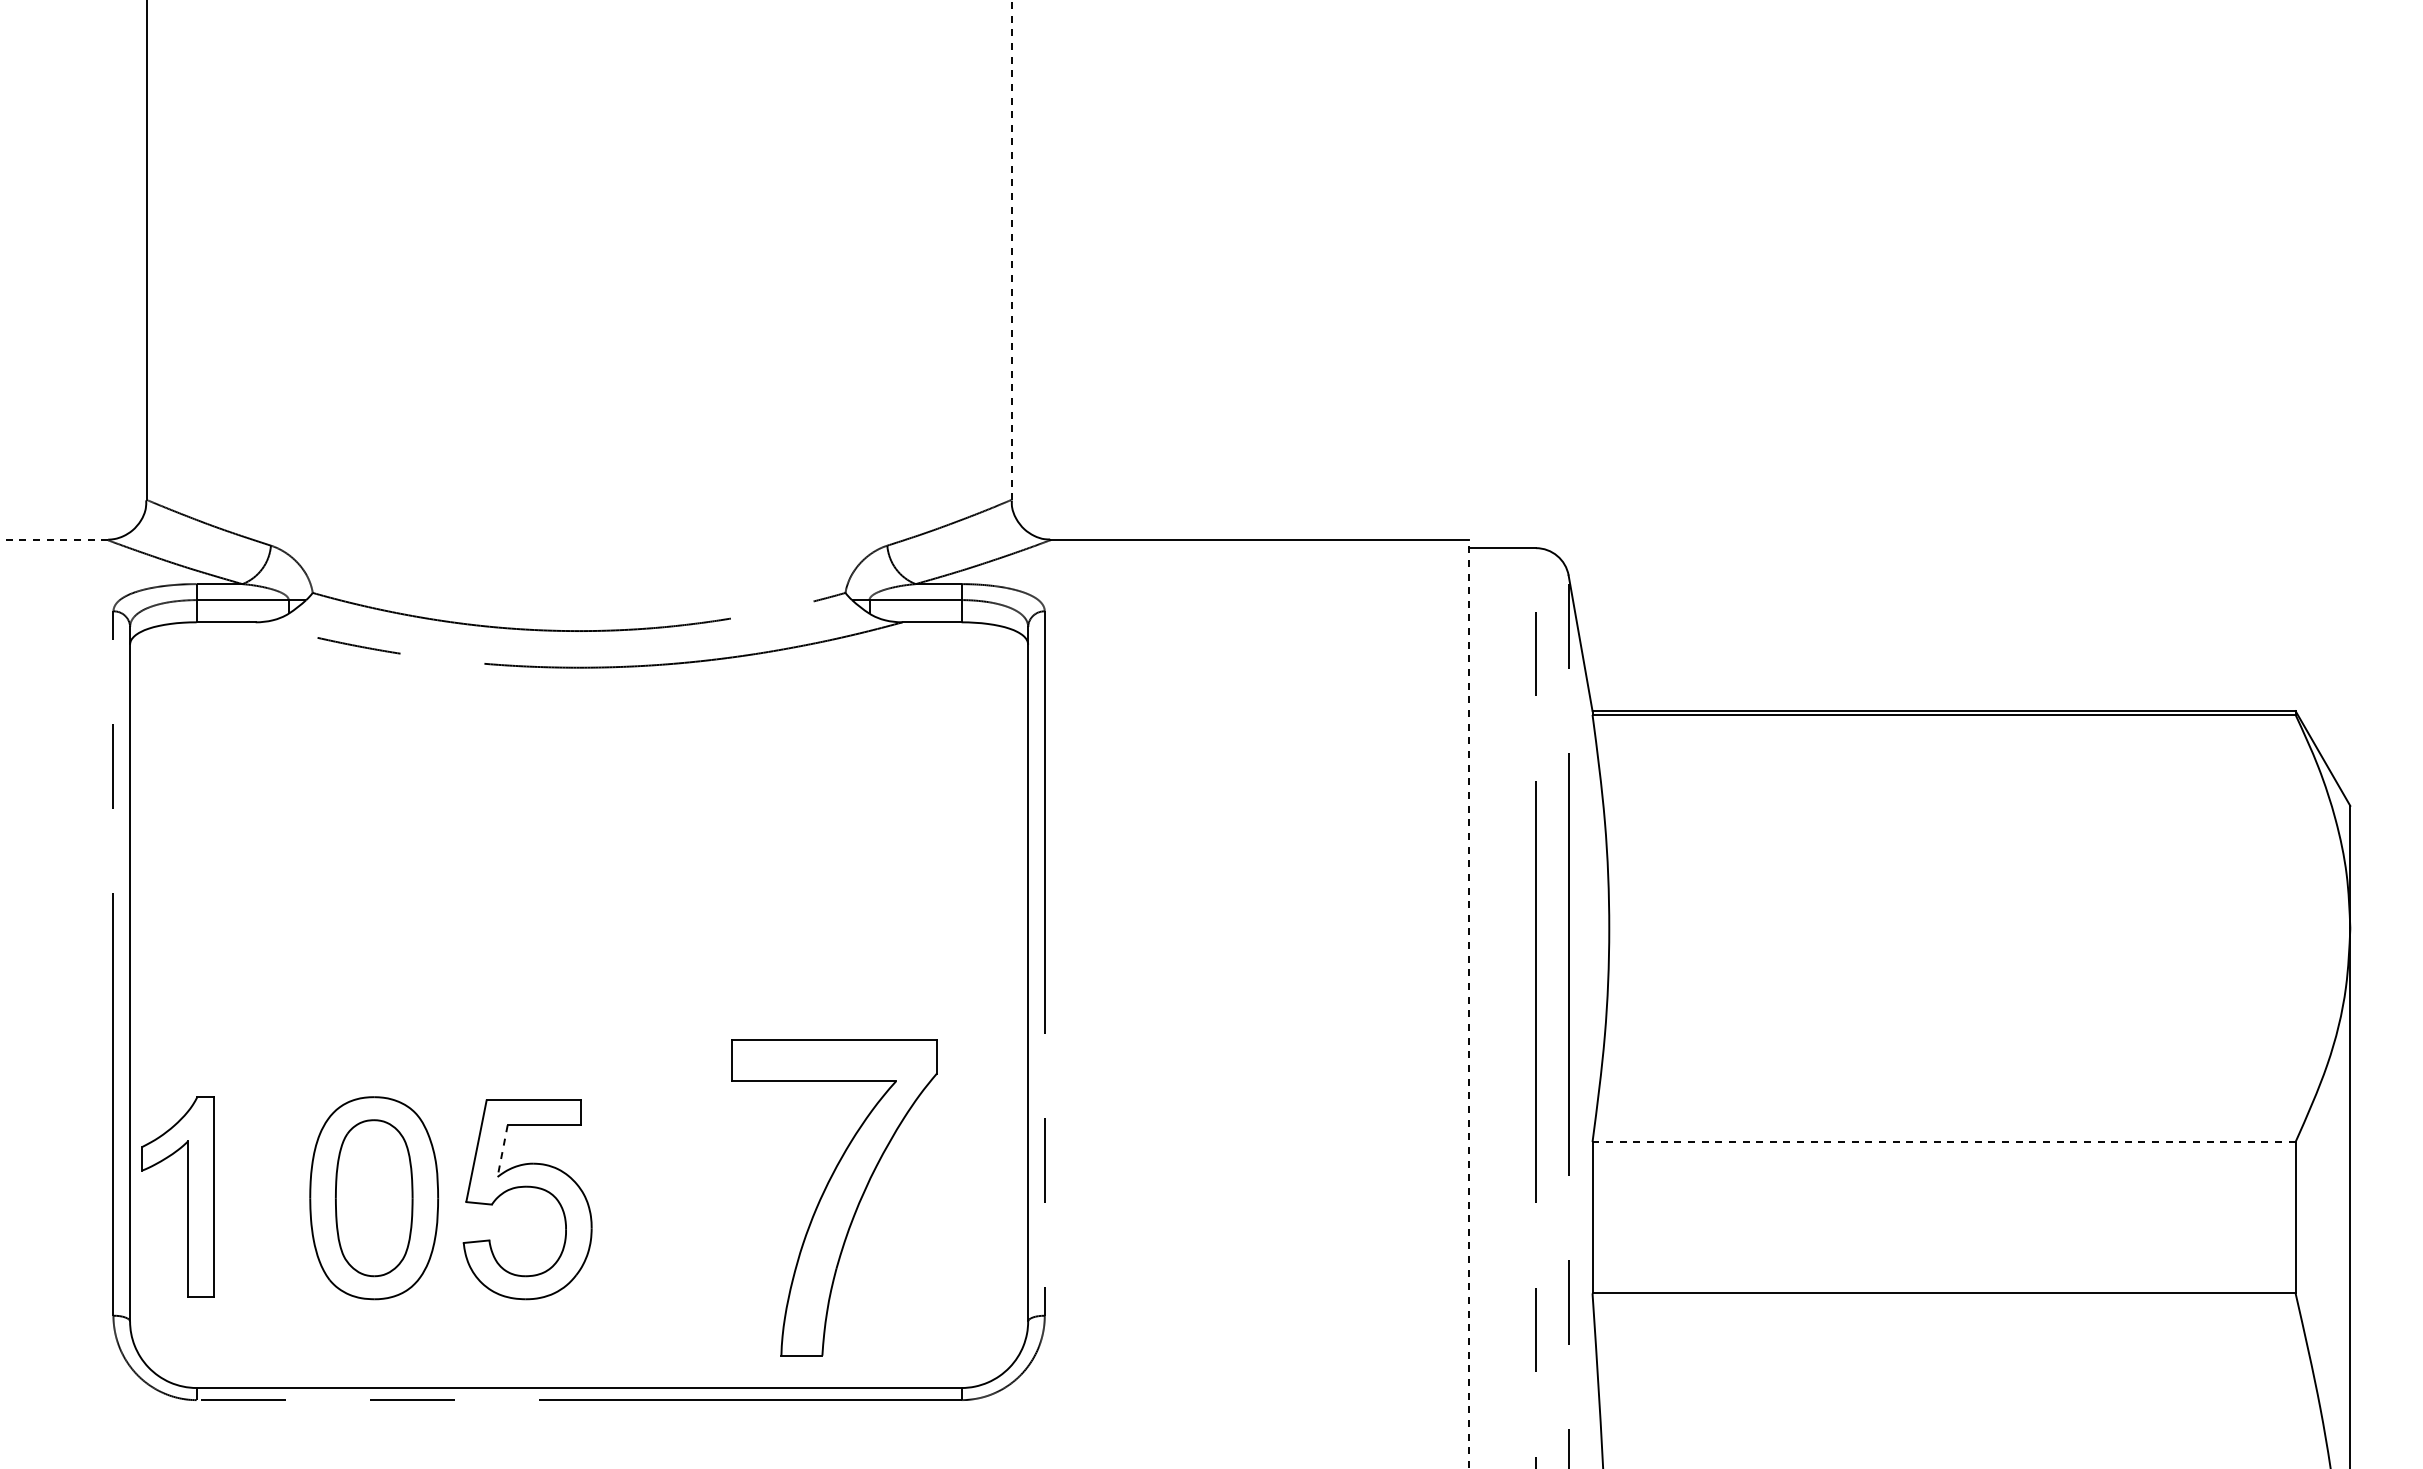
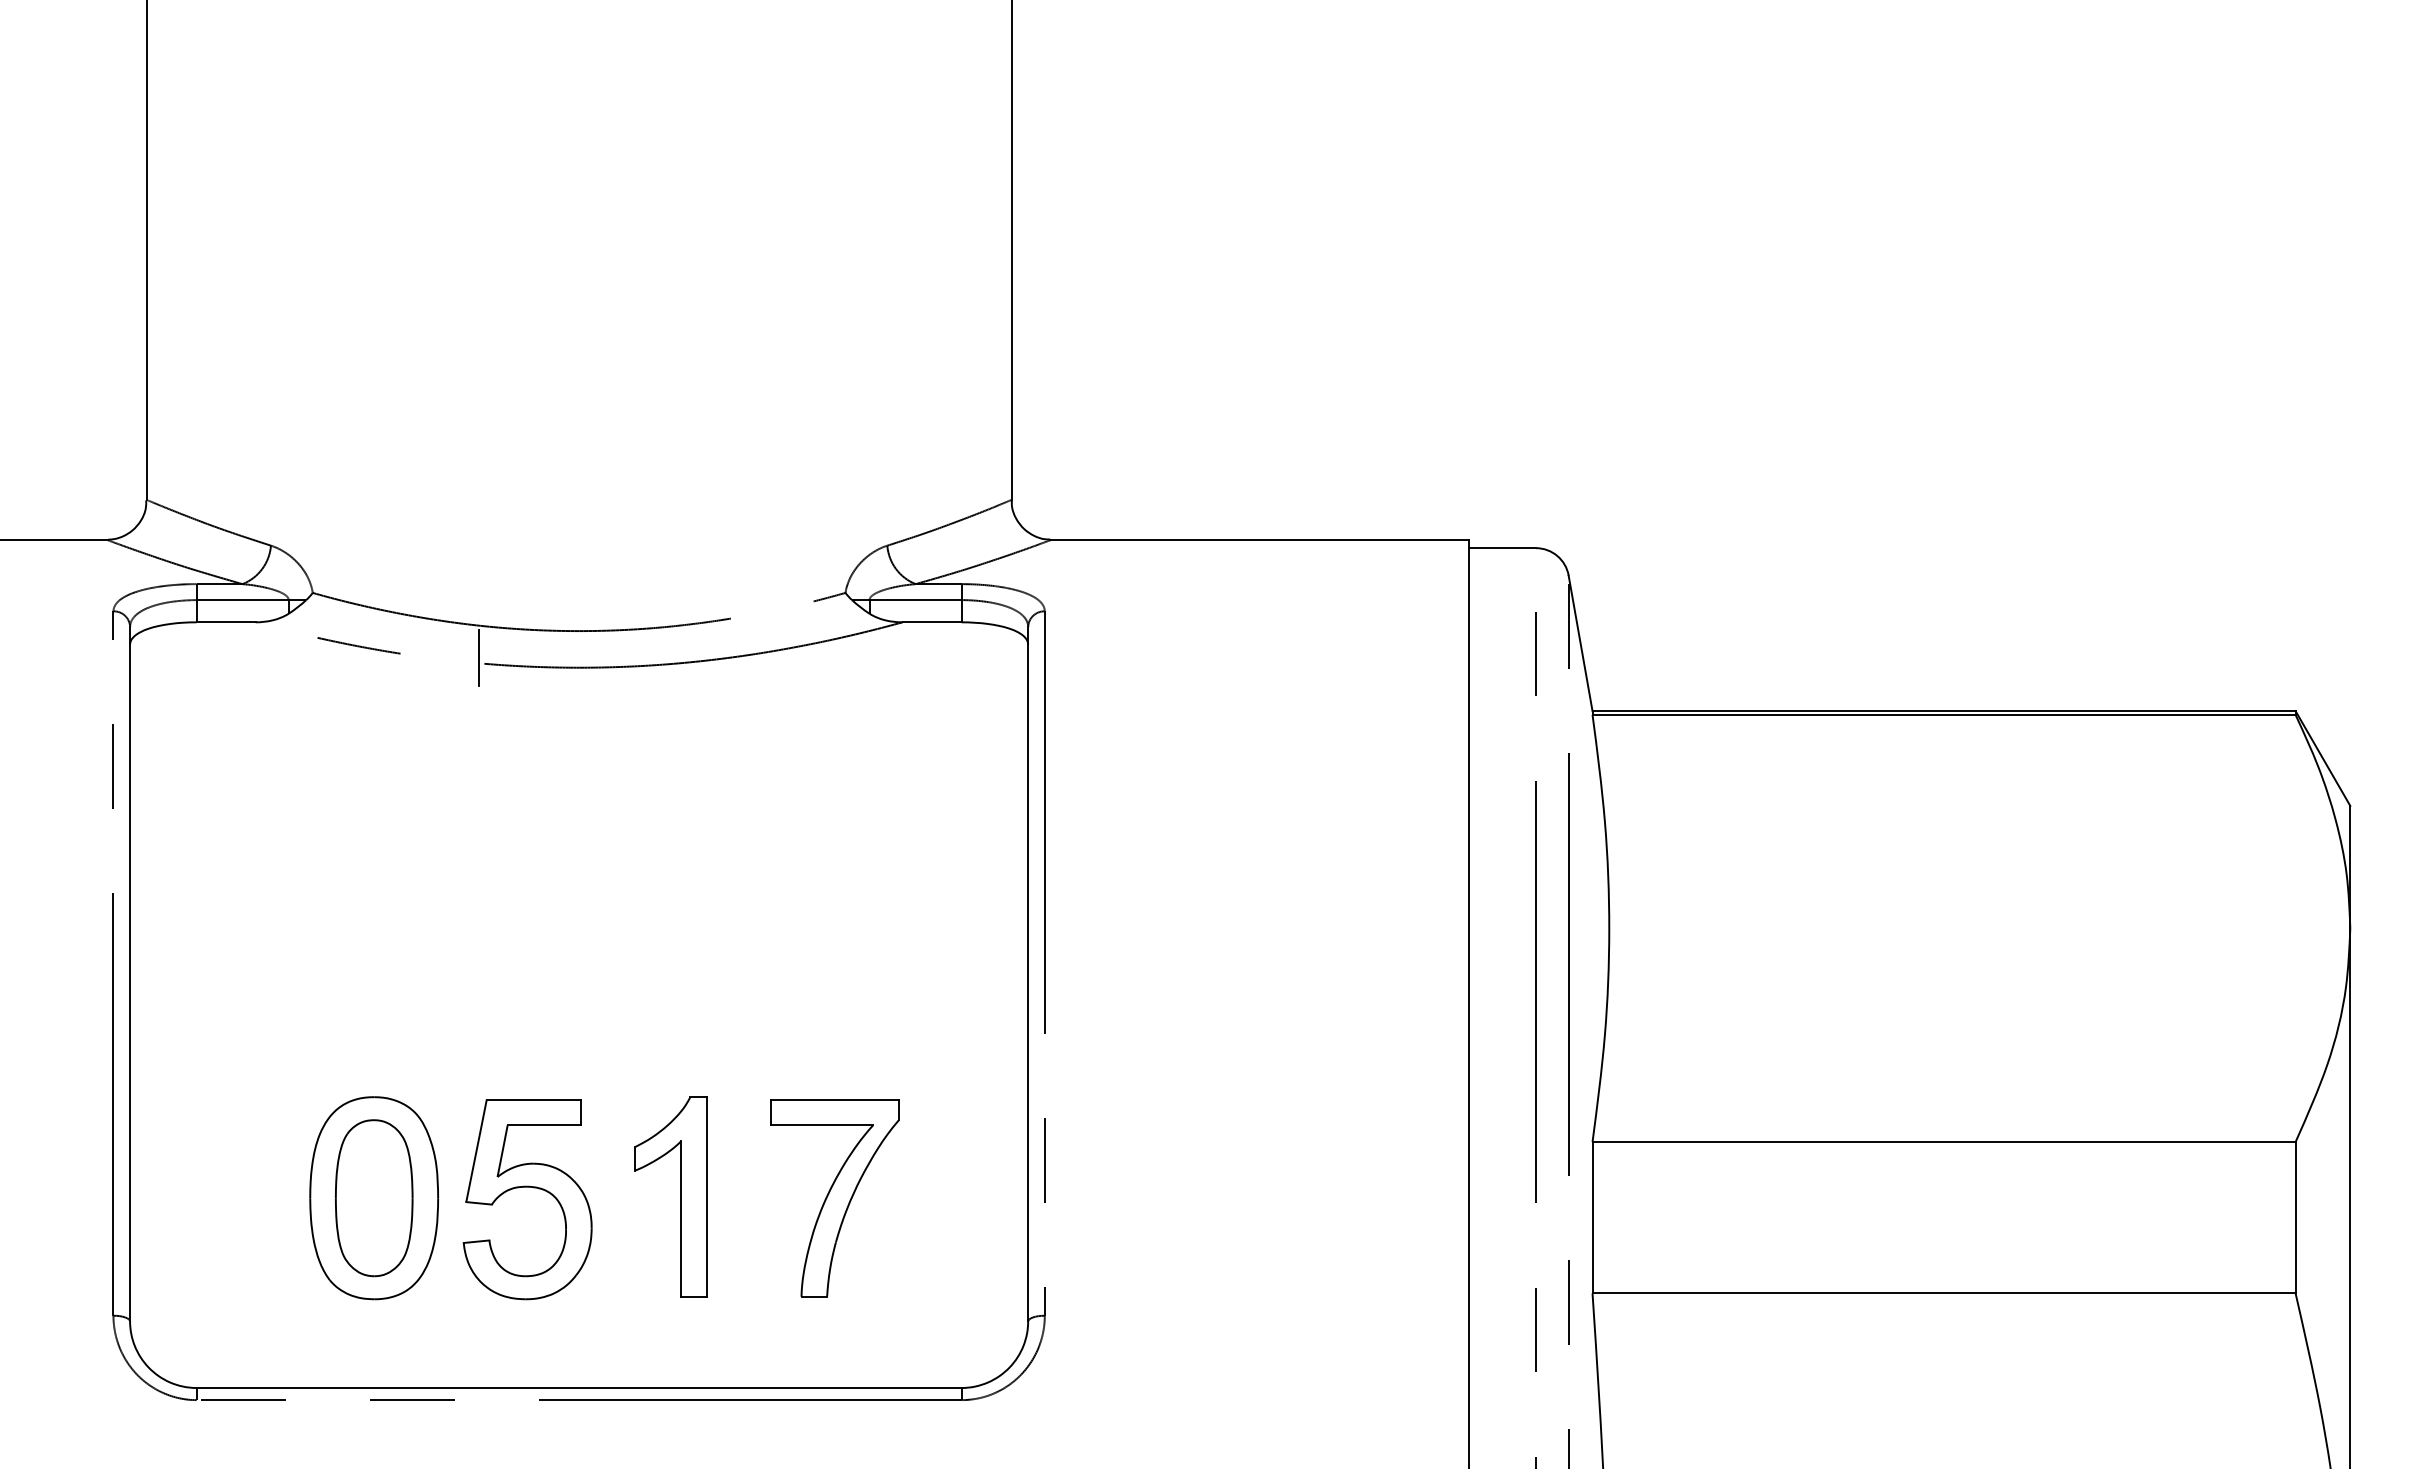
line at (1011, 250): dashed -> solid
line at (54, 539): dashed -> solid
line at (479, 657): none -> present
line at (1468, 1003): dashed -> solid
line at (1944, 1142): dashed -> solid
line at (502, 1150): dashed -> solid
part at (187, 1196) position: (187, 1196) -> (680, 1196)
part at (834, 1197) size: 207x318 px -> 130x199 px
